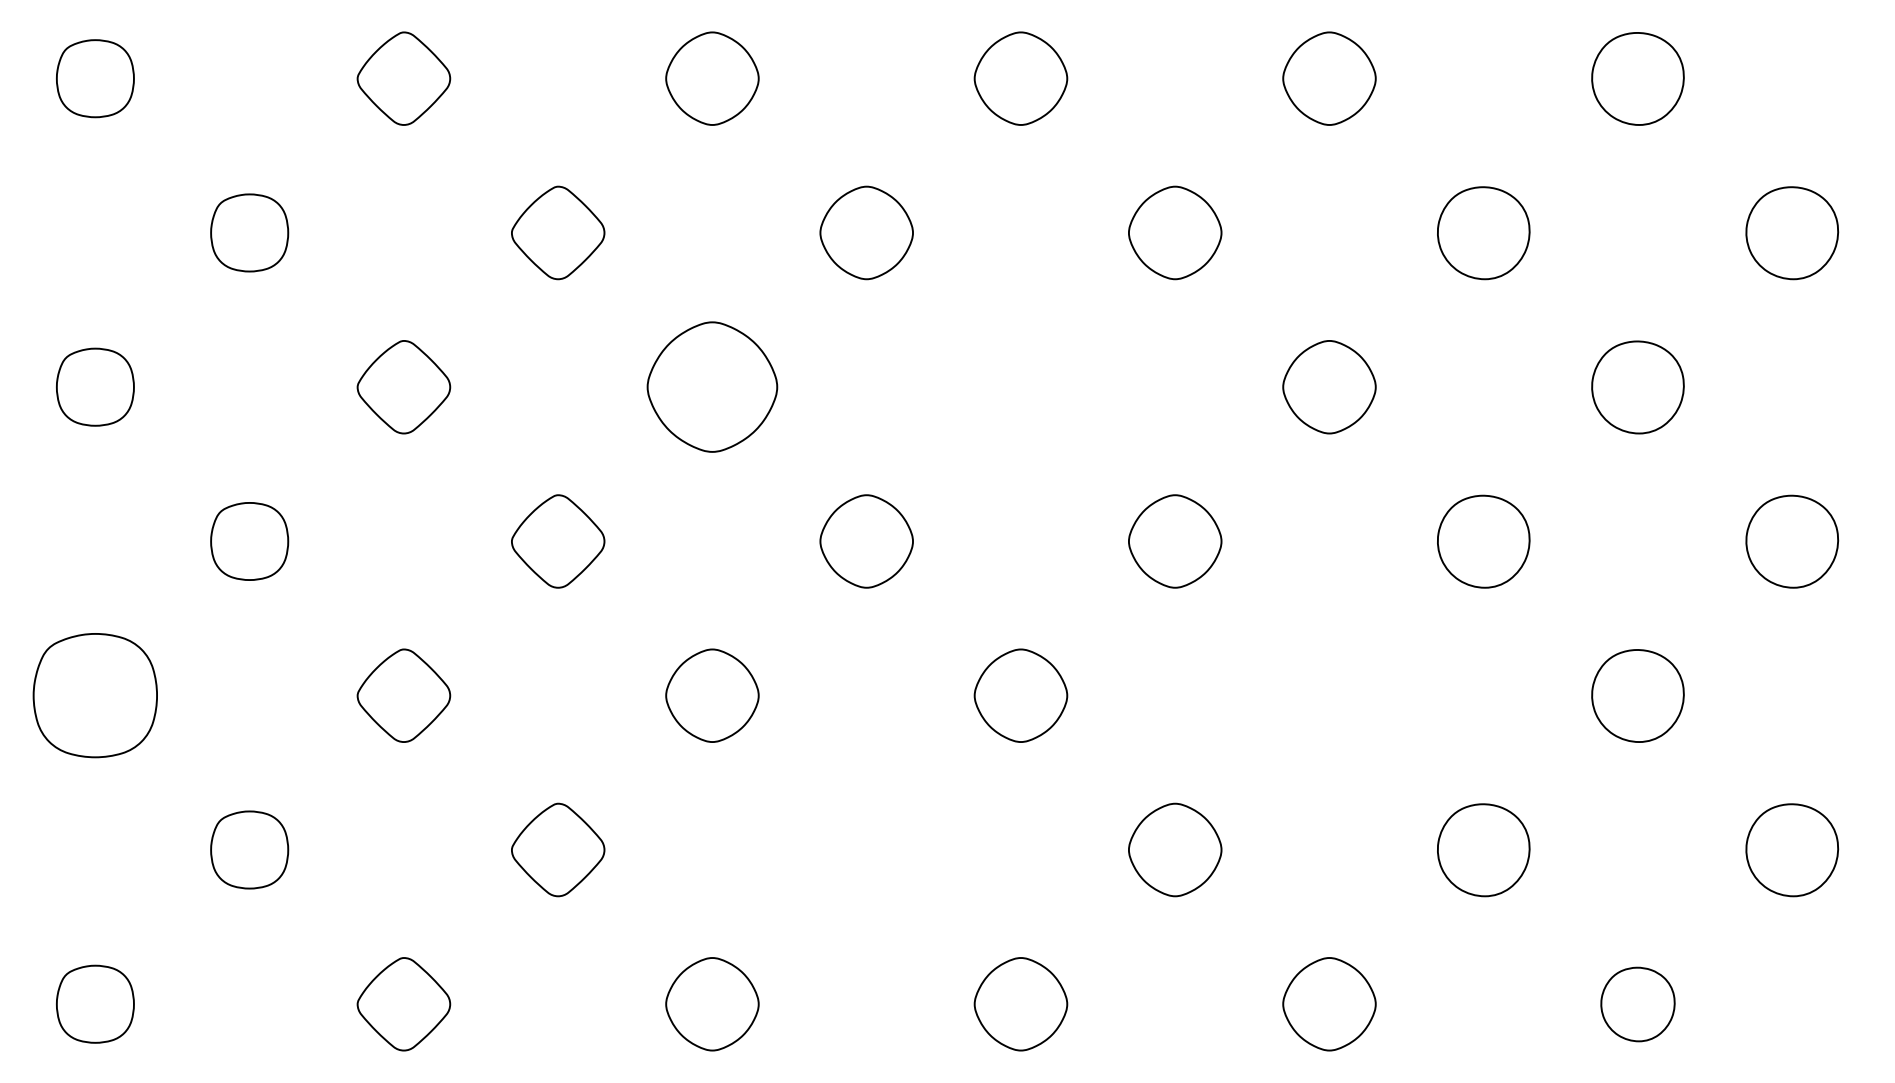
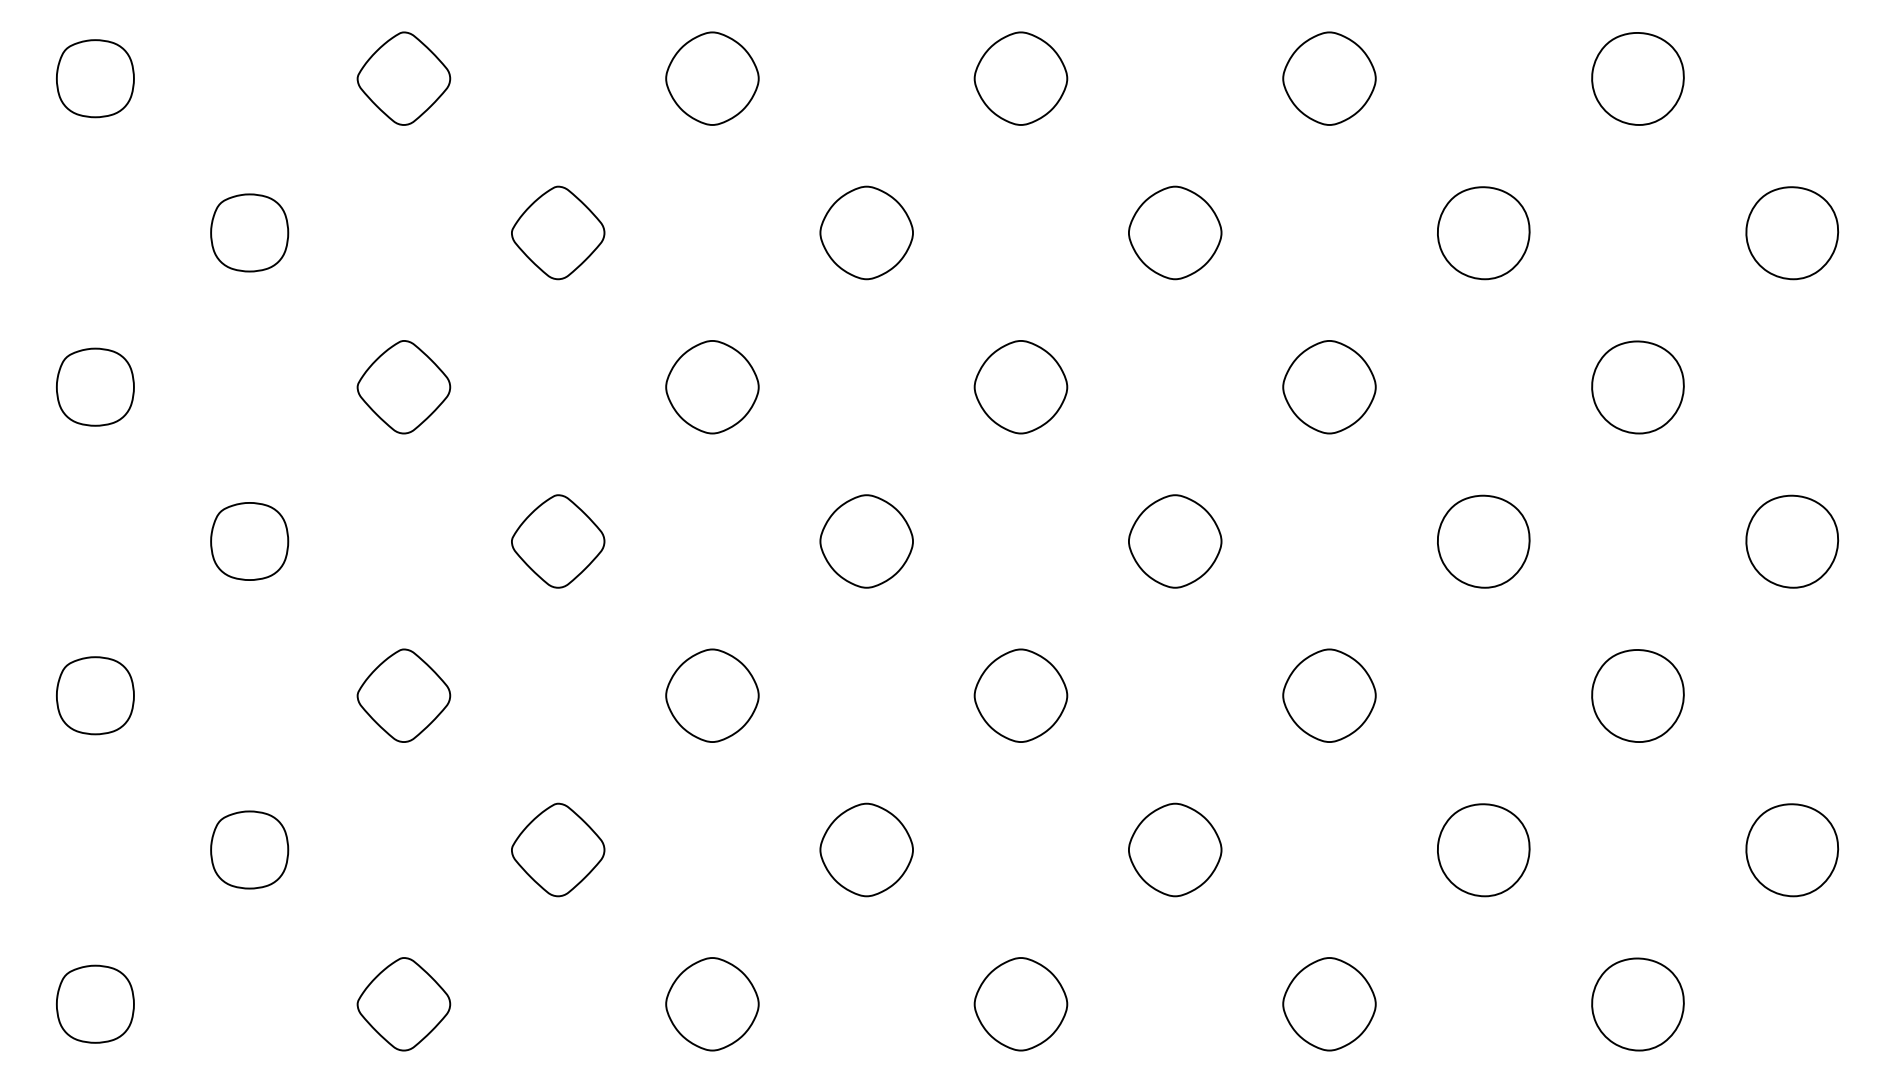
part at (712, 386) size: 133x132 px -> 95x95 px
part at (1020, 387): none -> present
part at (94, 695) size: 126x126 px -> 79x80 px
part at (1329, 695): none -> present
part at (866, 849): none -> present
part at (1637, 1004) size: 76x77 px -> 94x95 px
